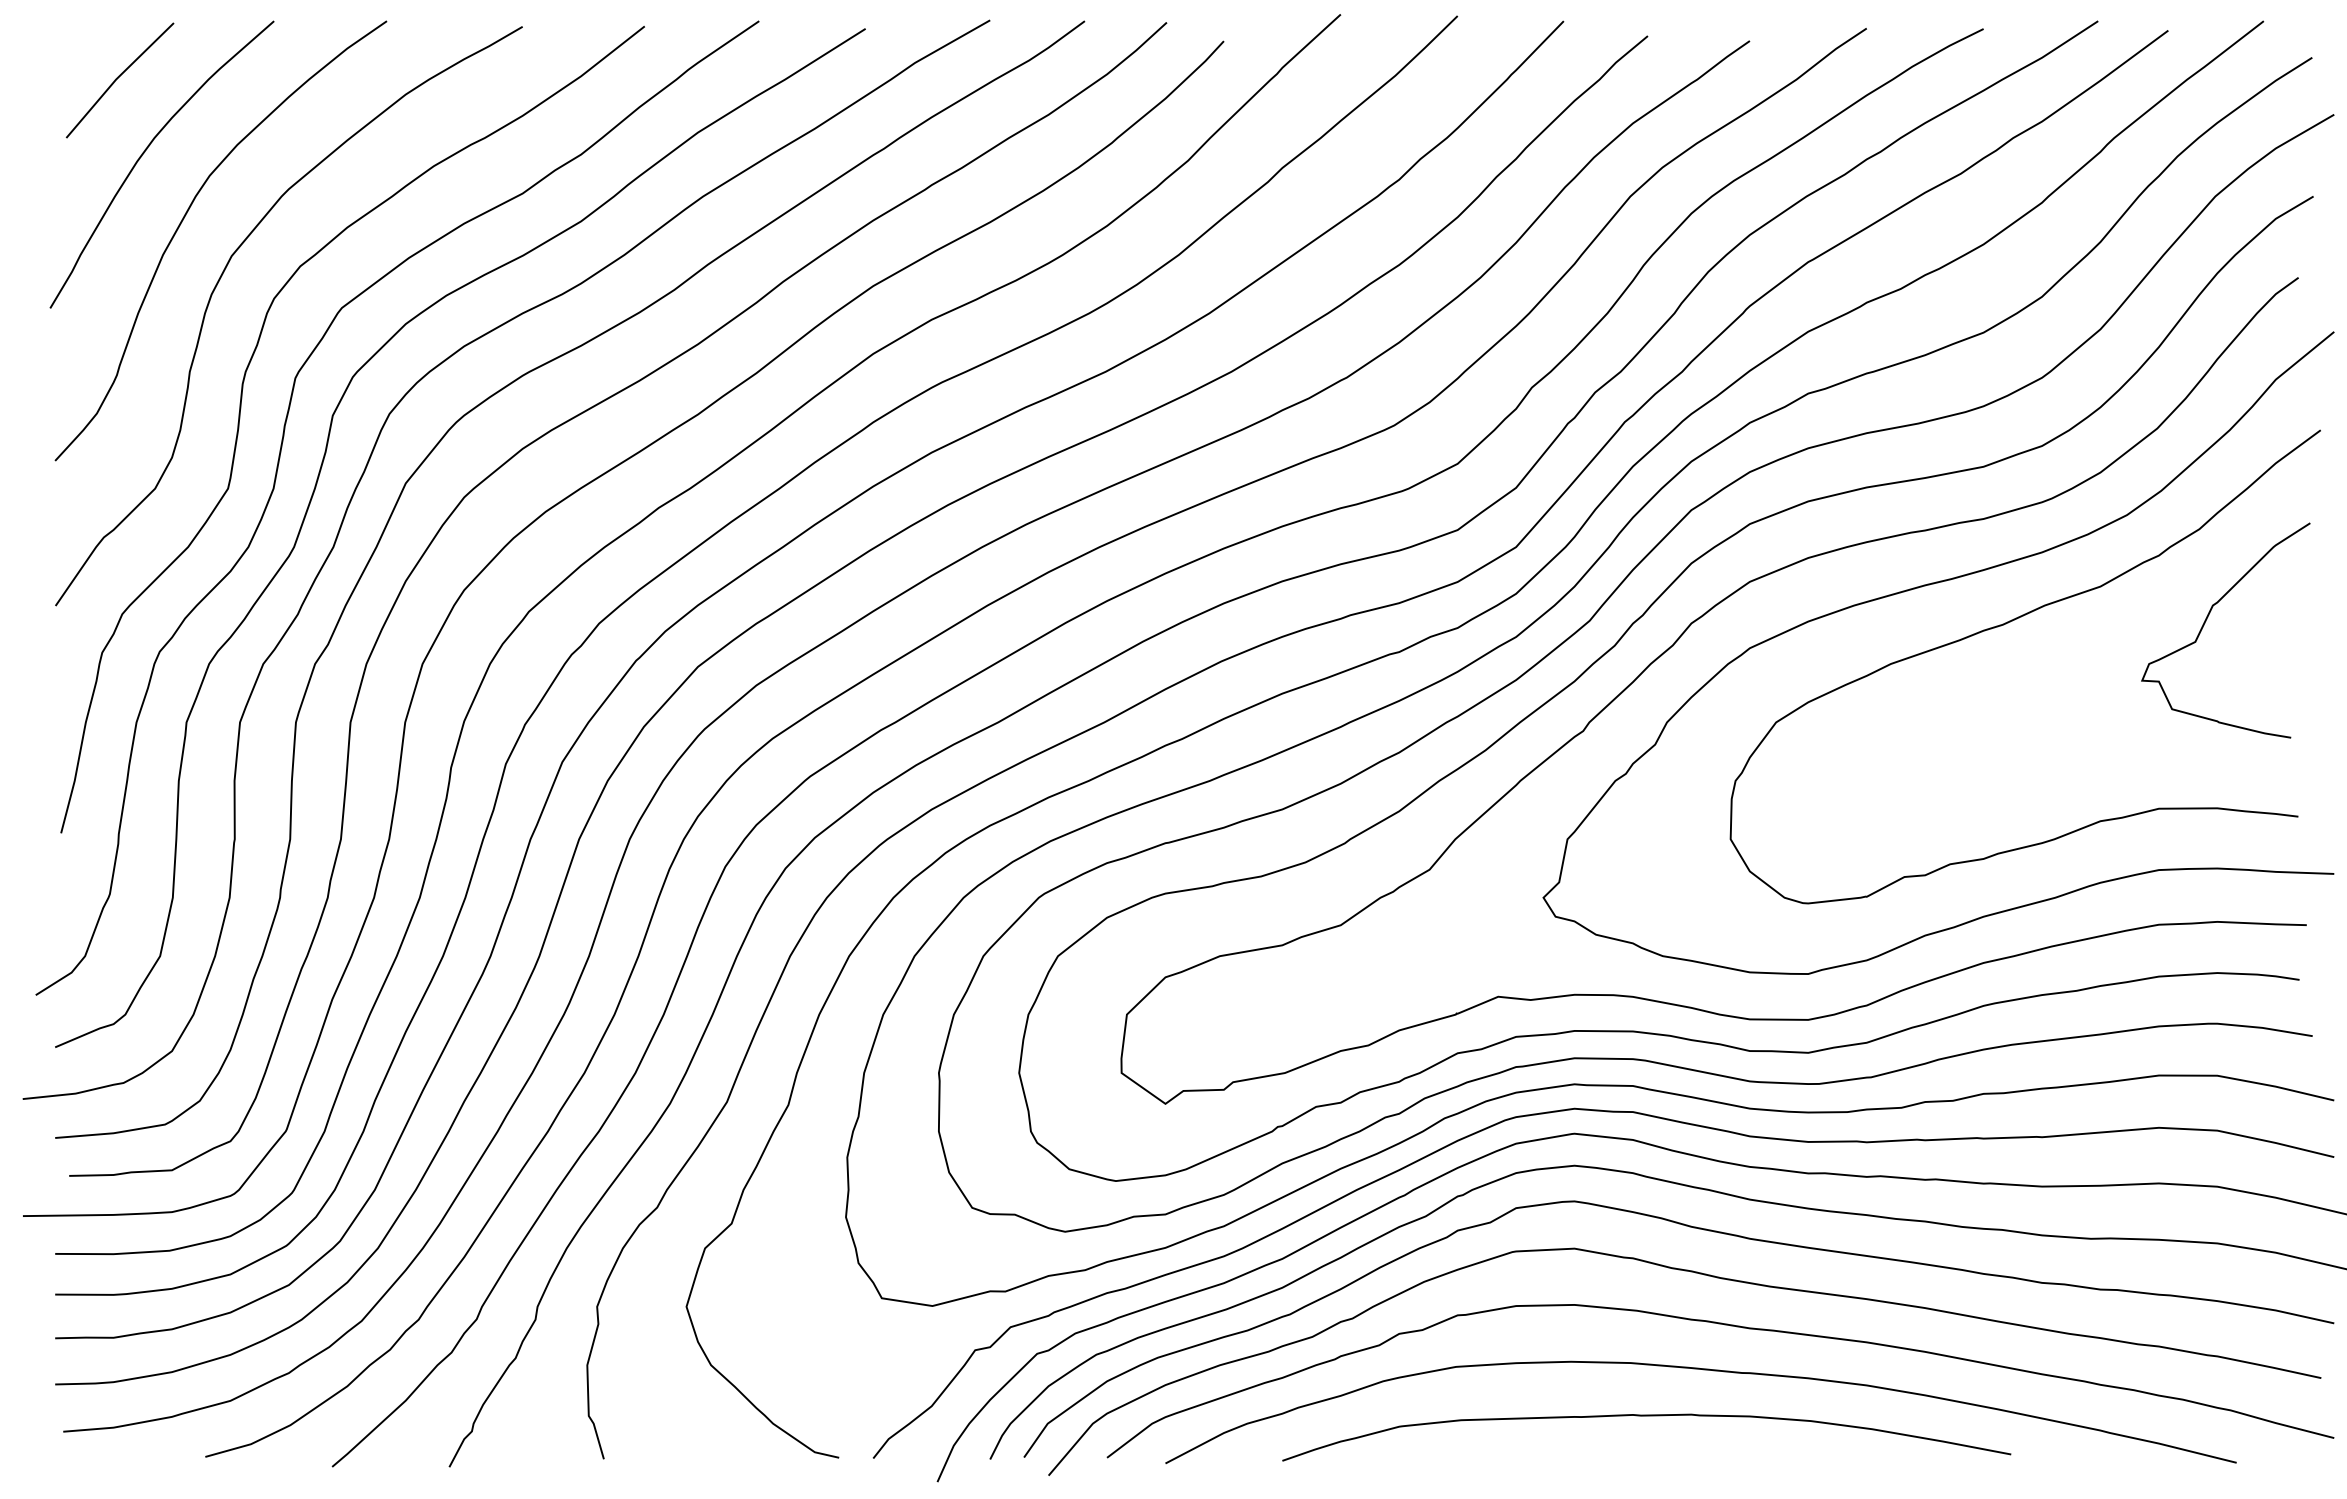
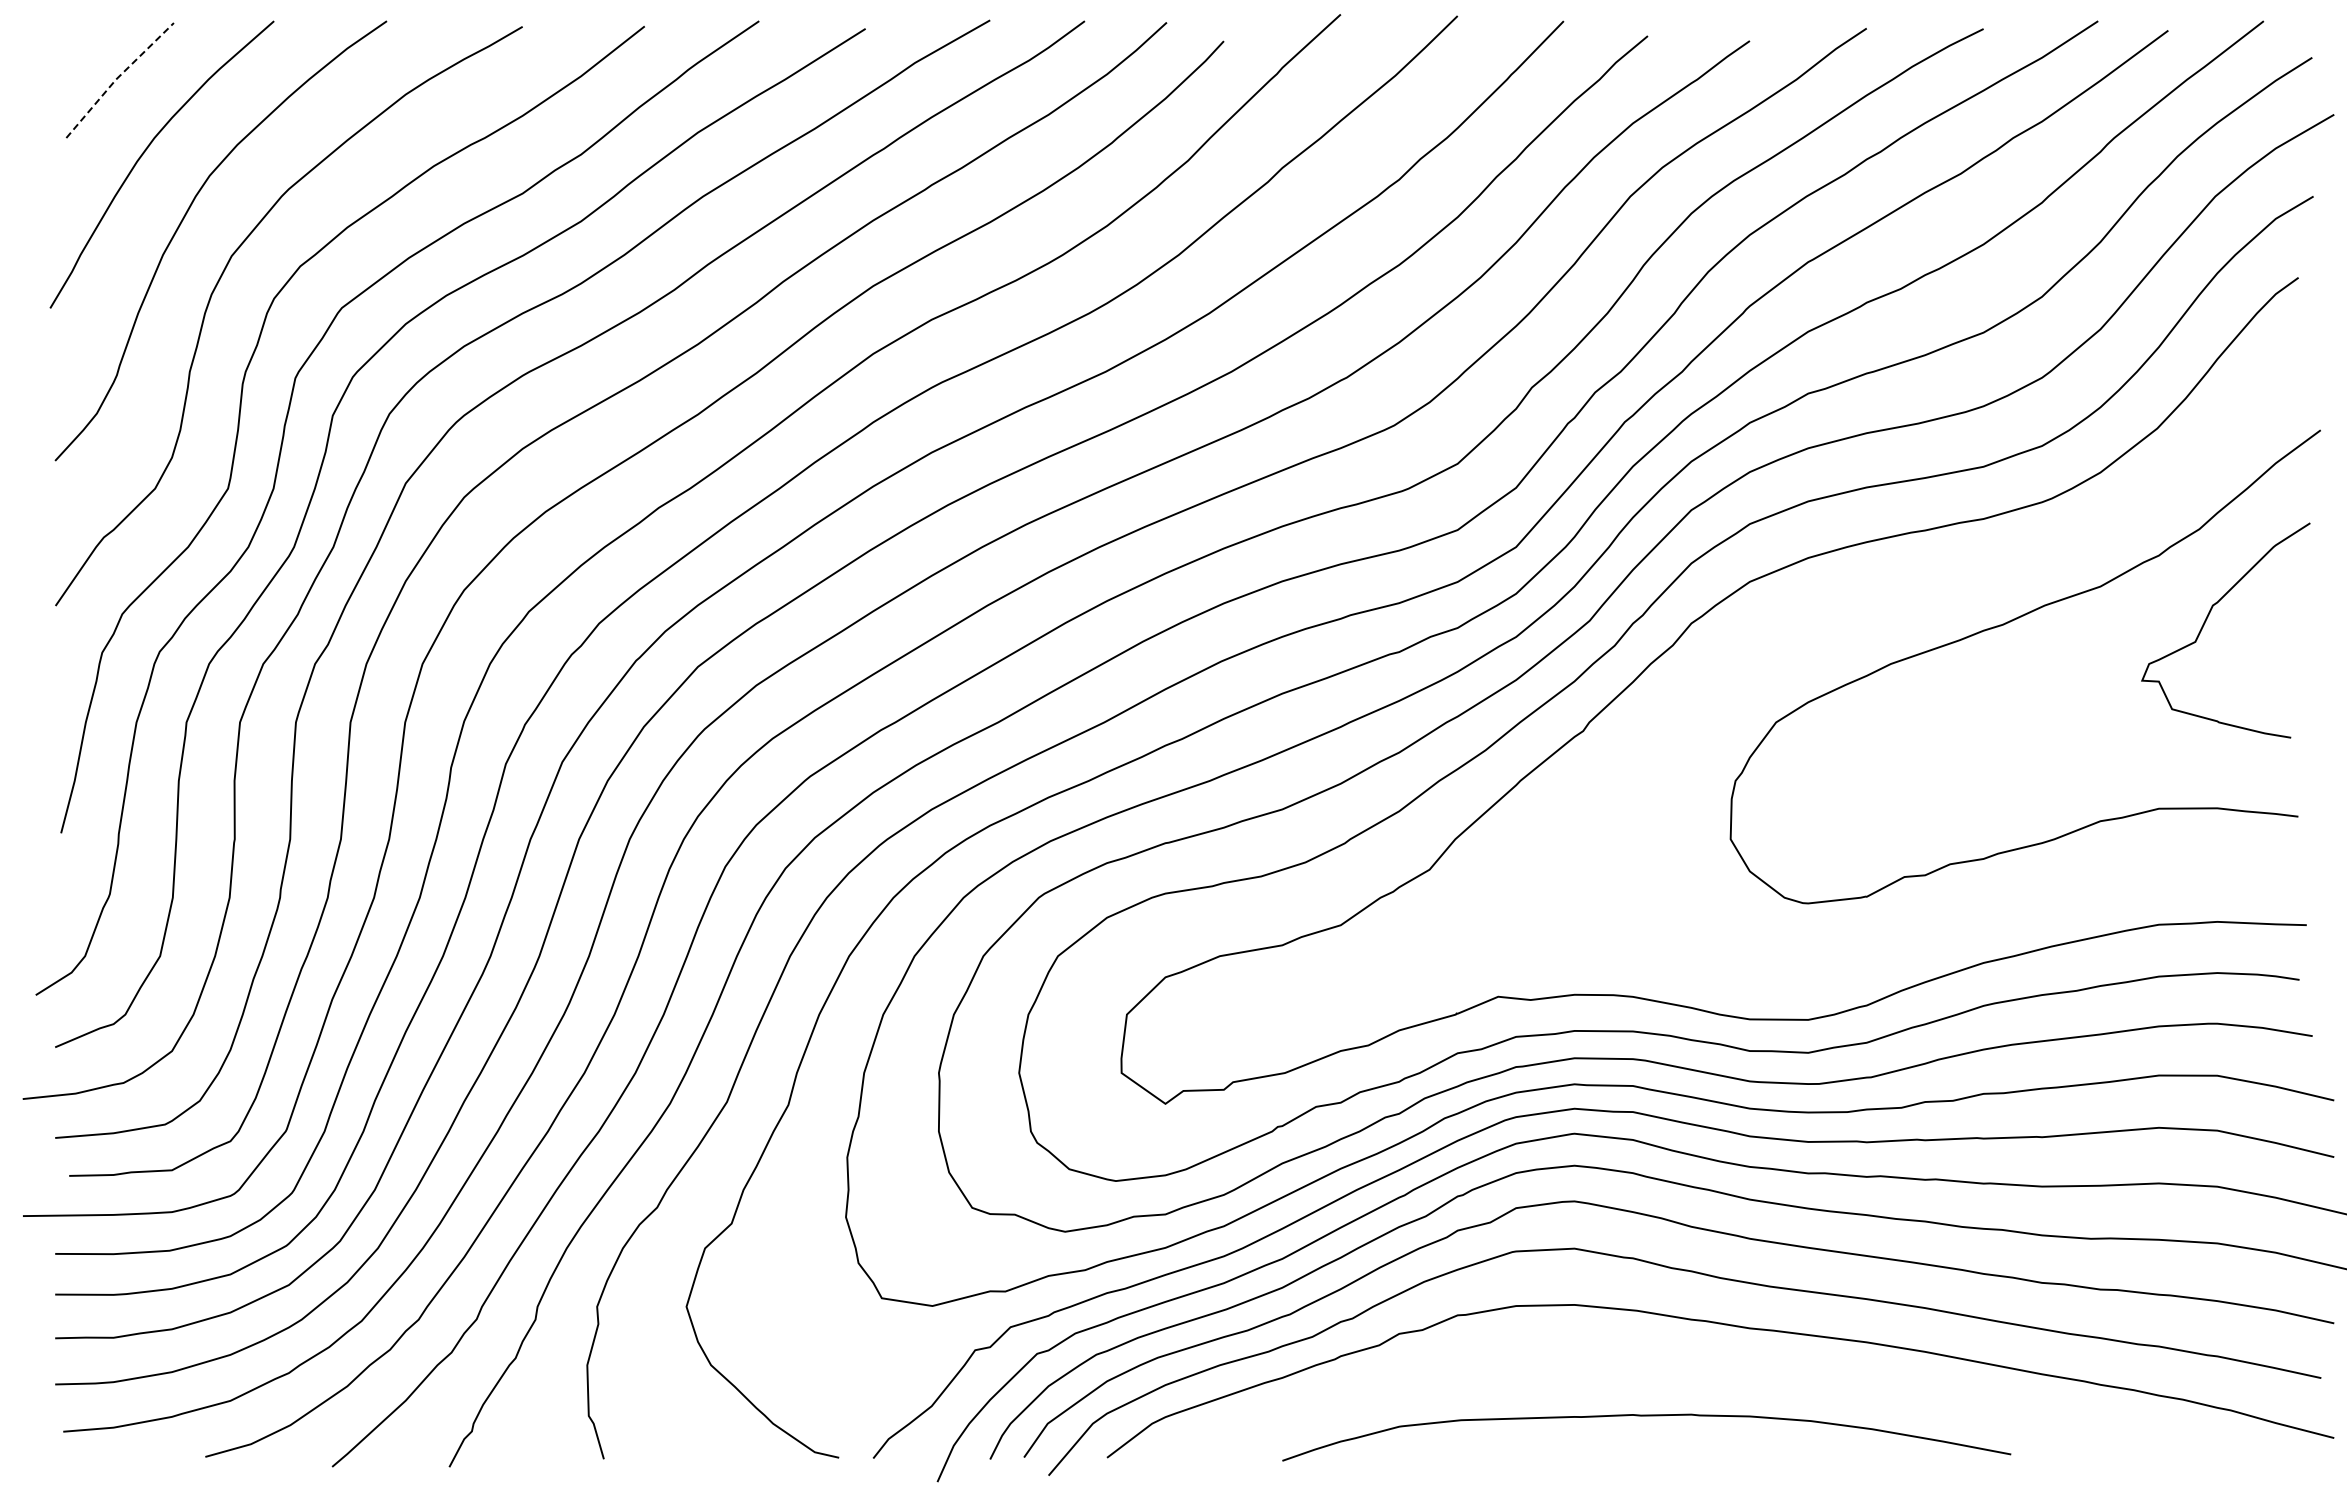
line at (117, 78): solid -> dashed
curve at (1918, 588): present -> none
curve at (1703, 1370): present -> none
